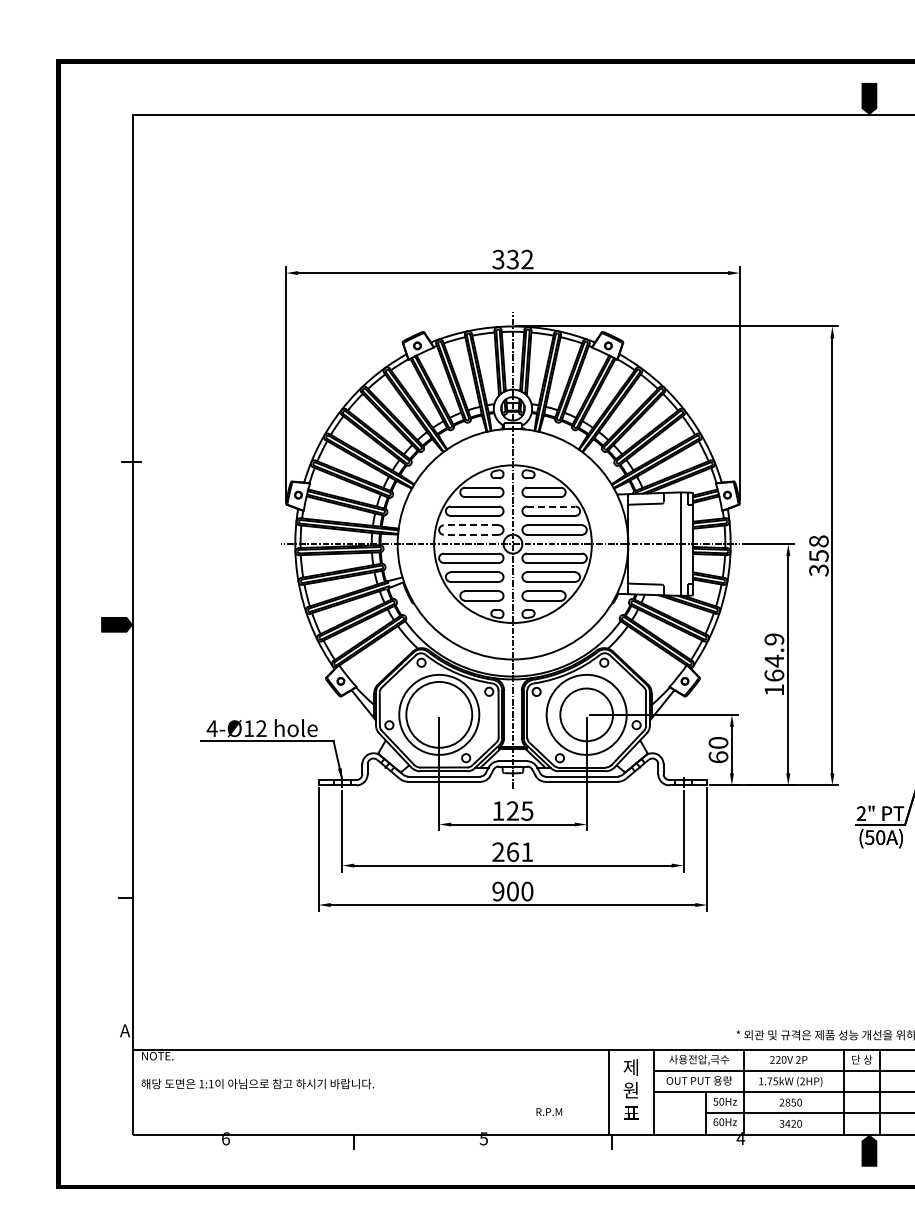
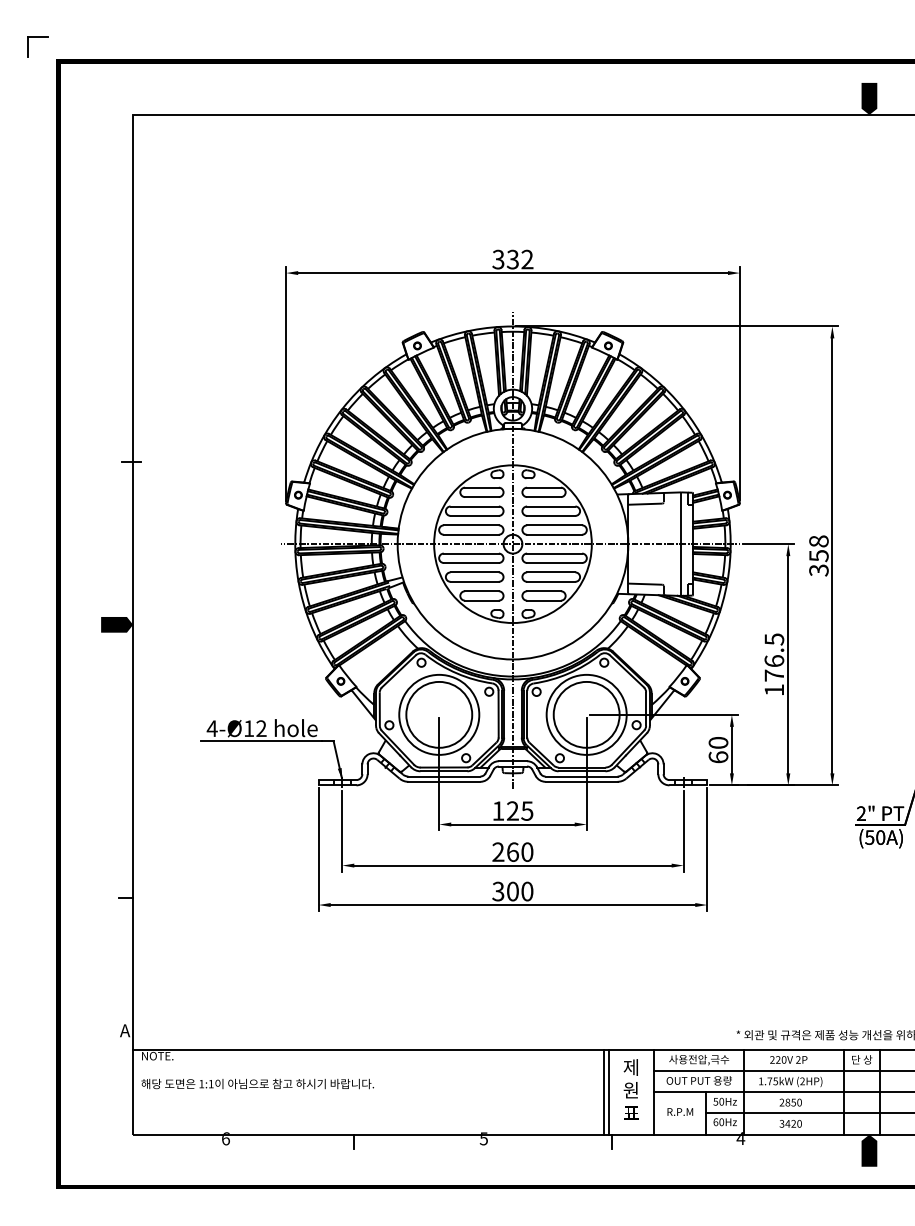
part at (37, 37): none -> present
line at (551, 506): dashed -> solid
line at (471, 525): dashed -> solid
line at (471, 534): dashed -> solid
text at (774, 657): 164.9 -> 176.5
circle at (586, 714) diameter: 53 px -> 66 px
text at (527, 851): 261 -> 260
text at (498, 891): 900 -> 300
line at (603, 1092): none -> present
text at (549, 1111) position: (549, 1111) -> (680, 1111)
